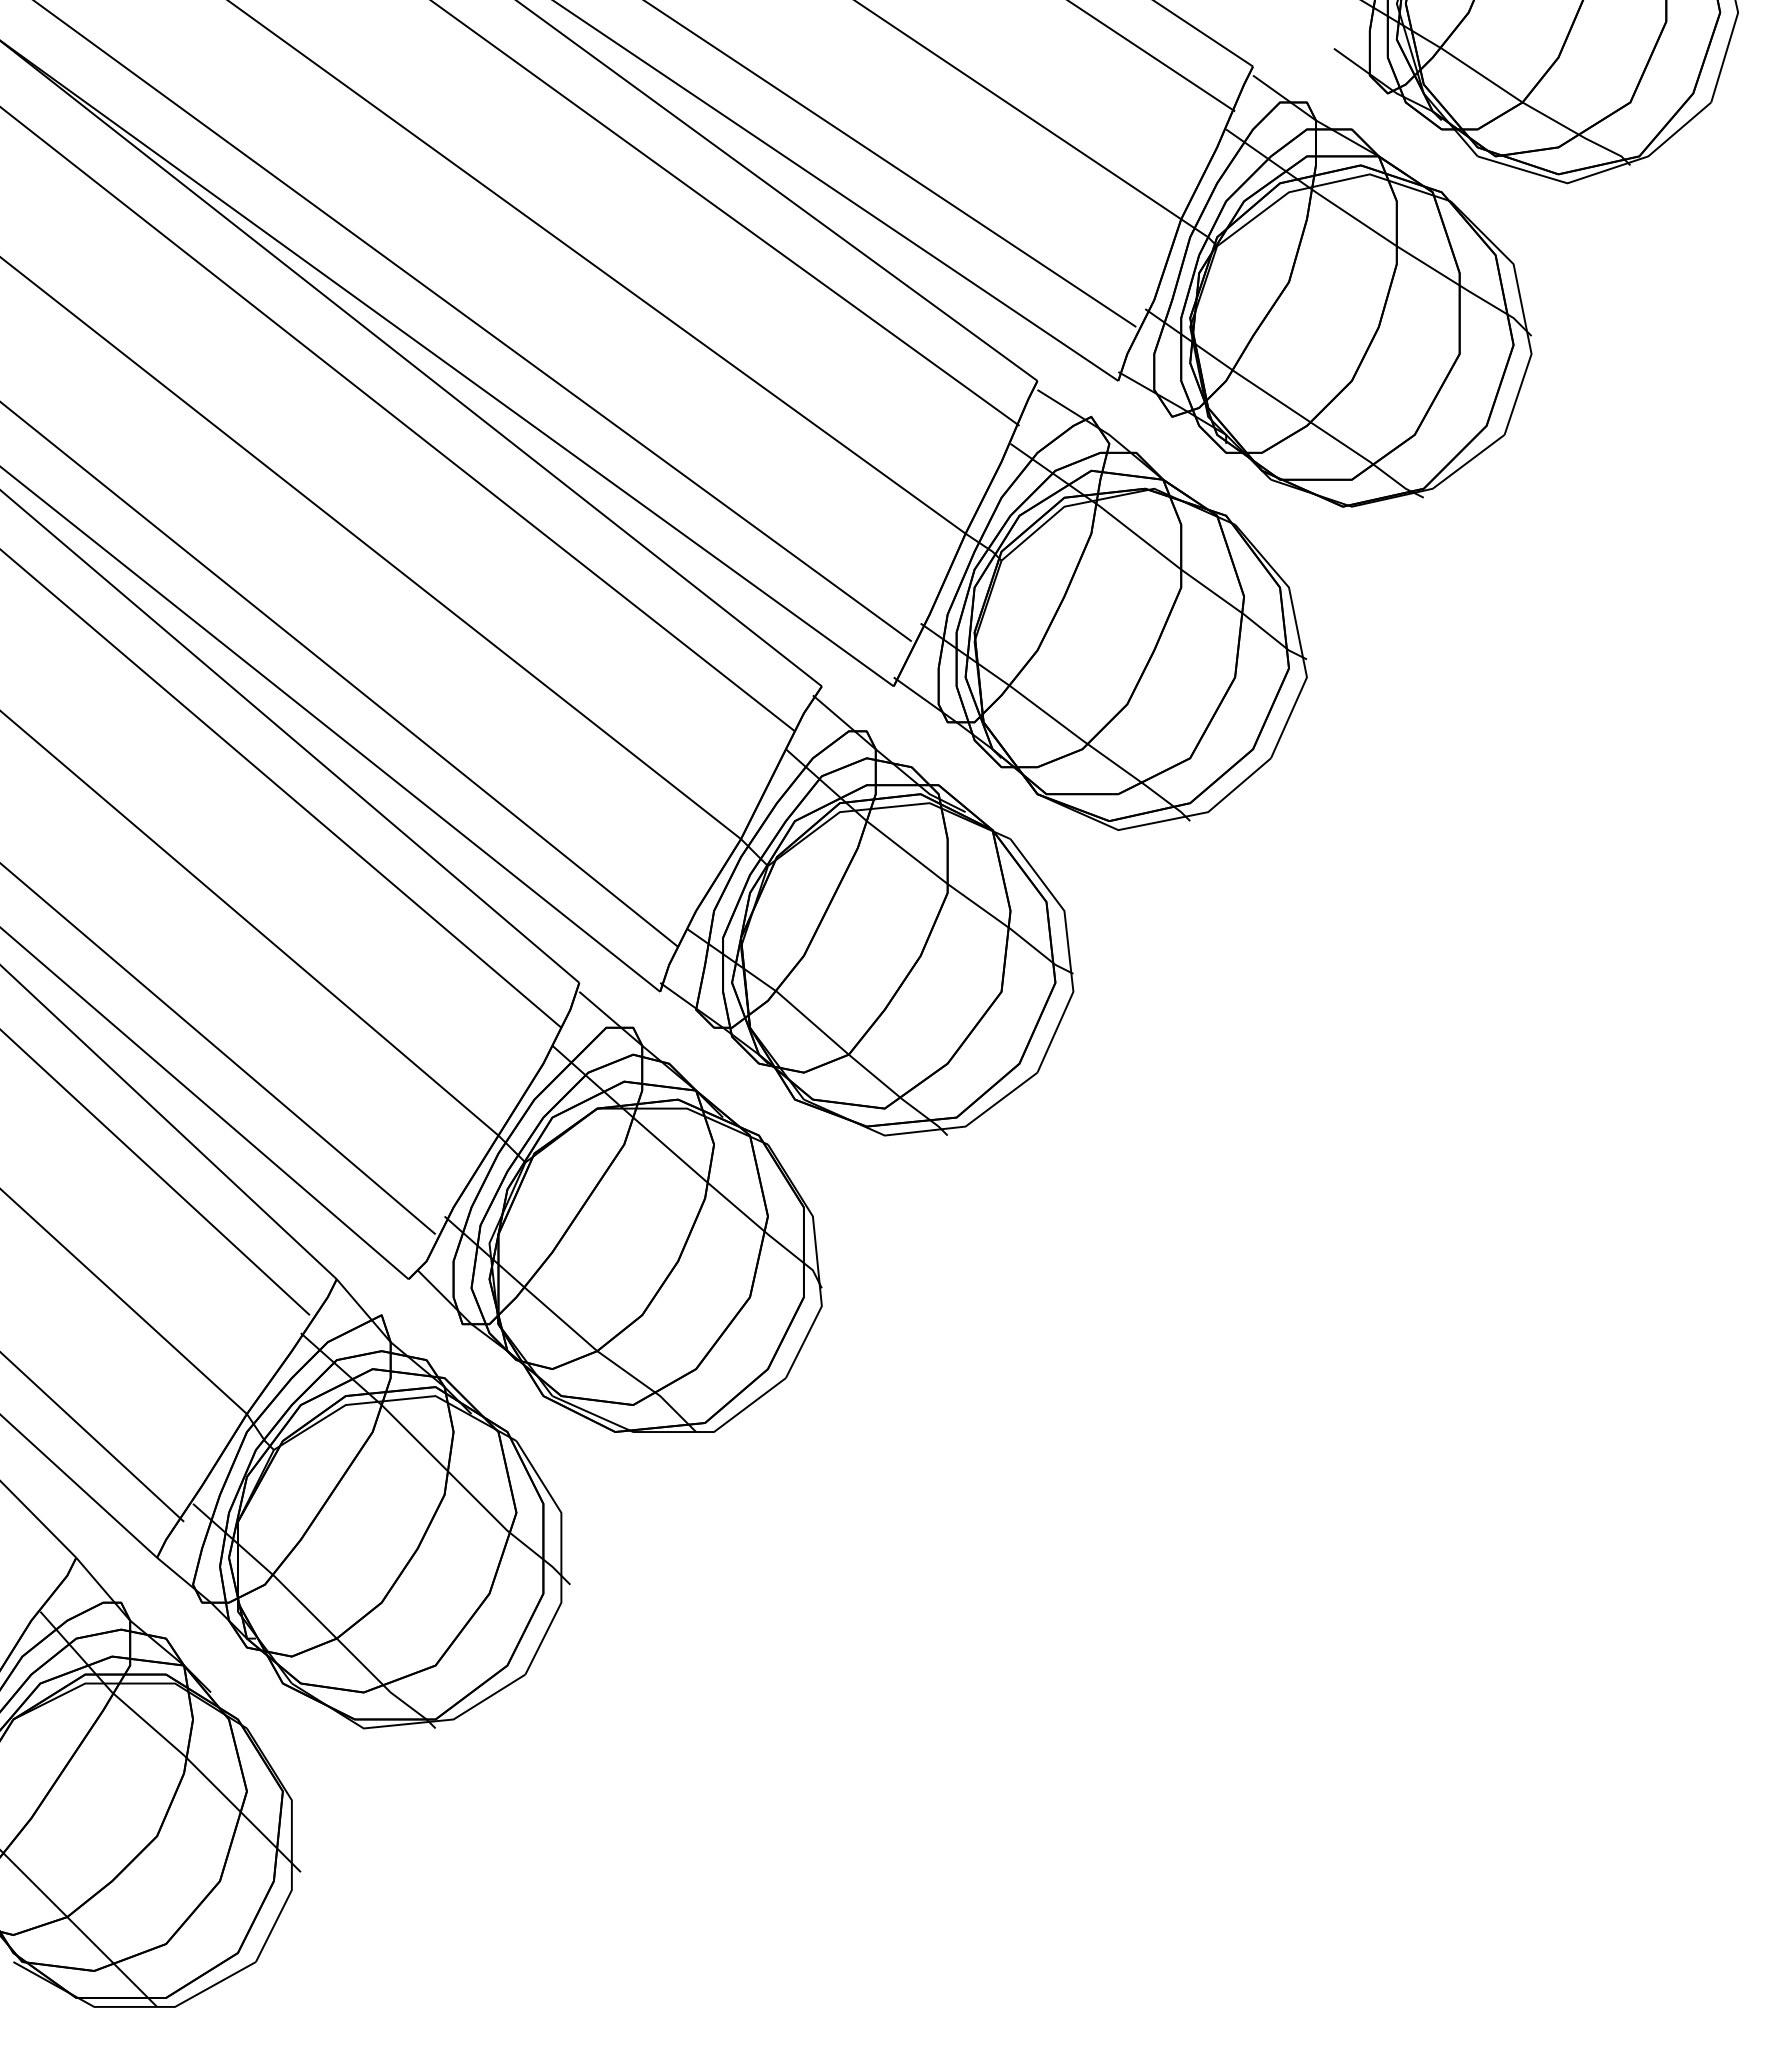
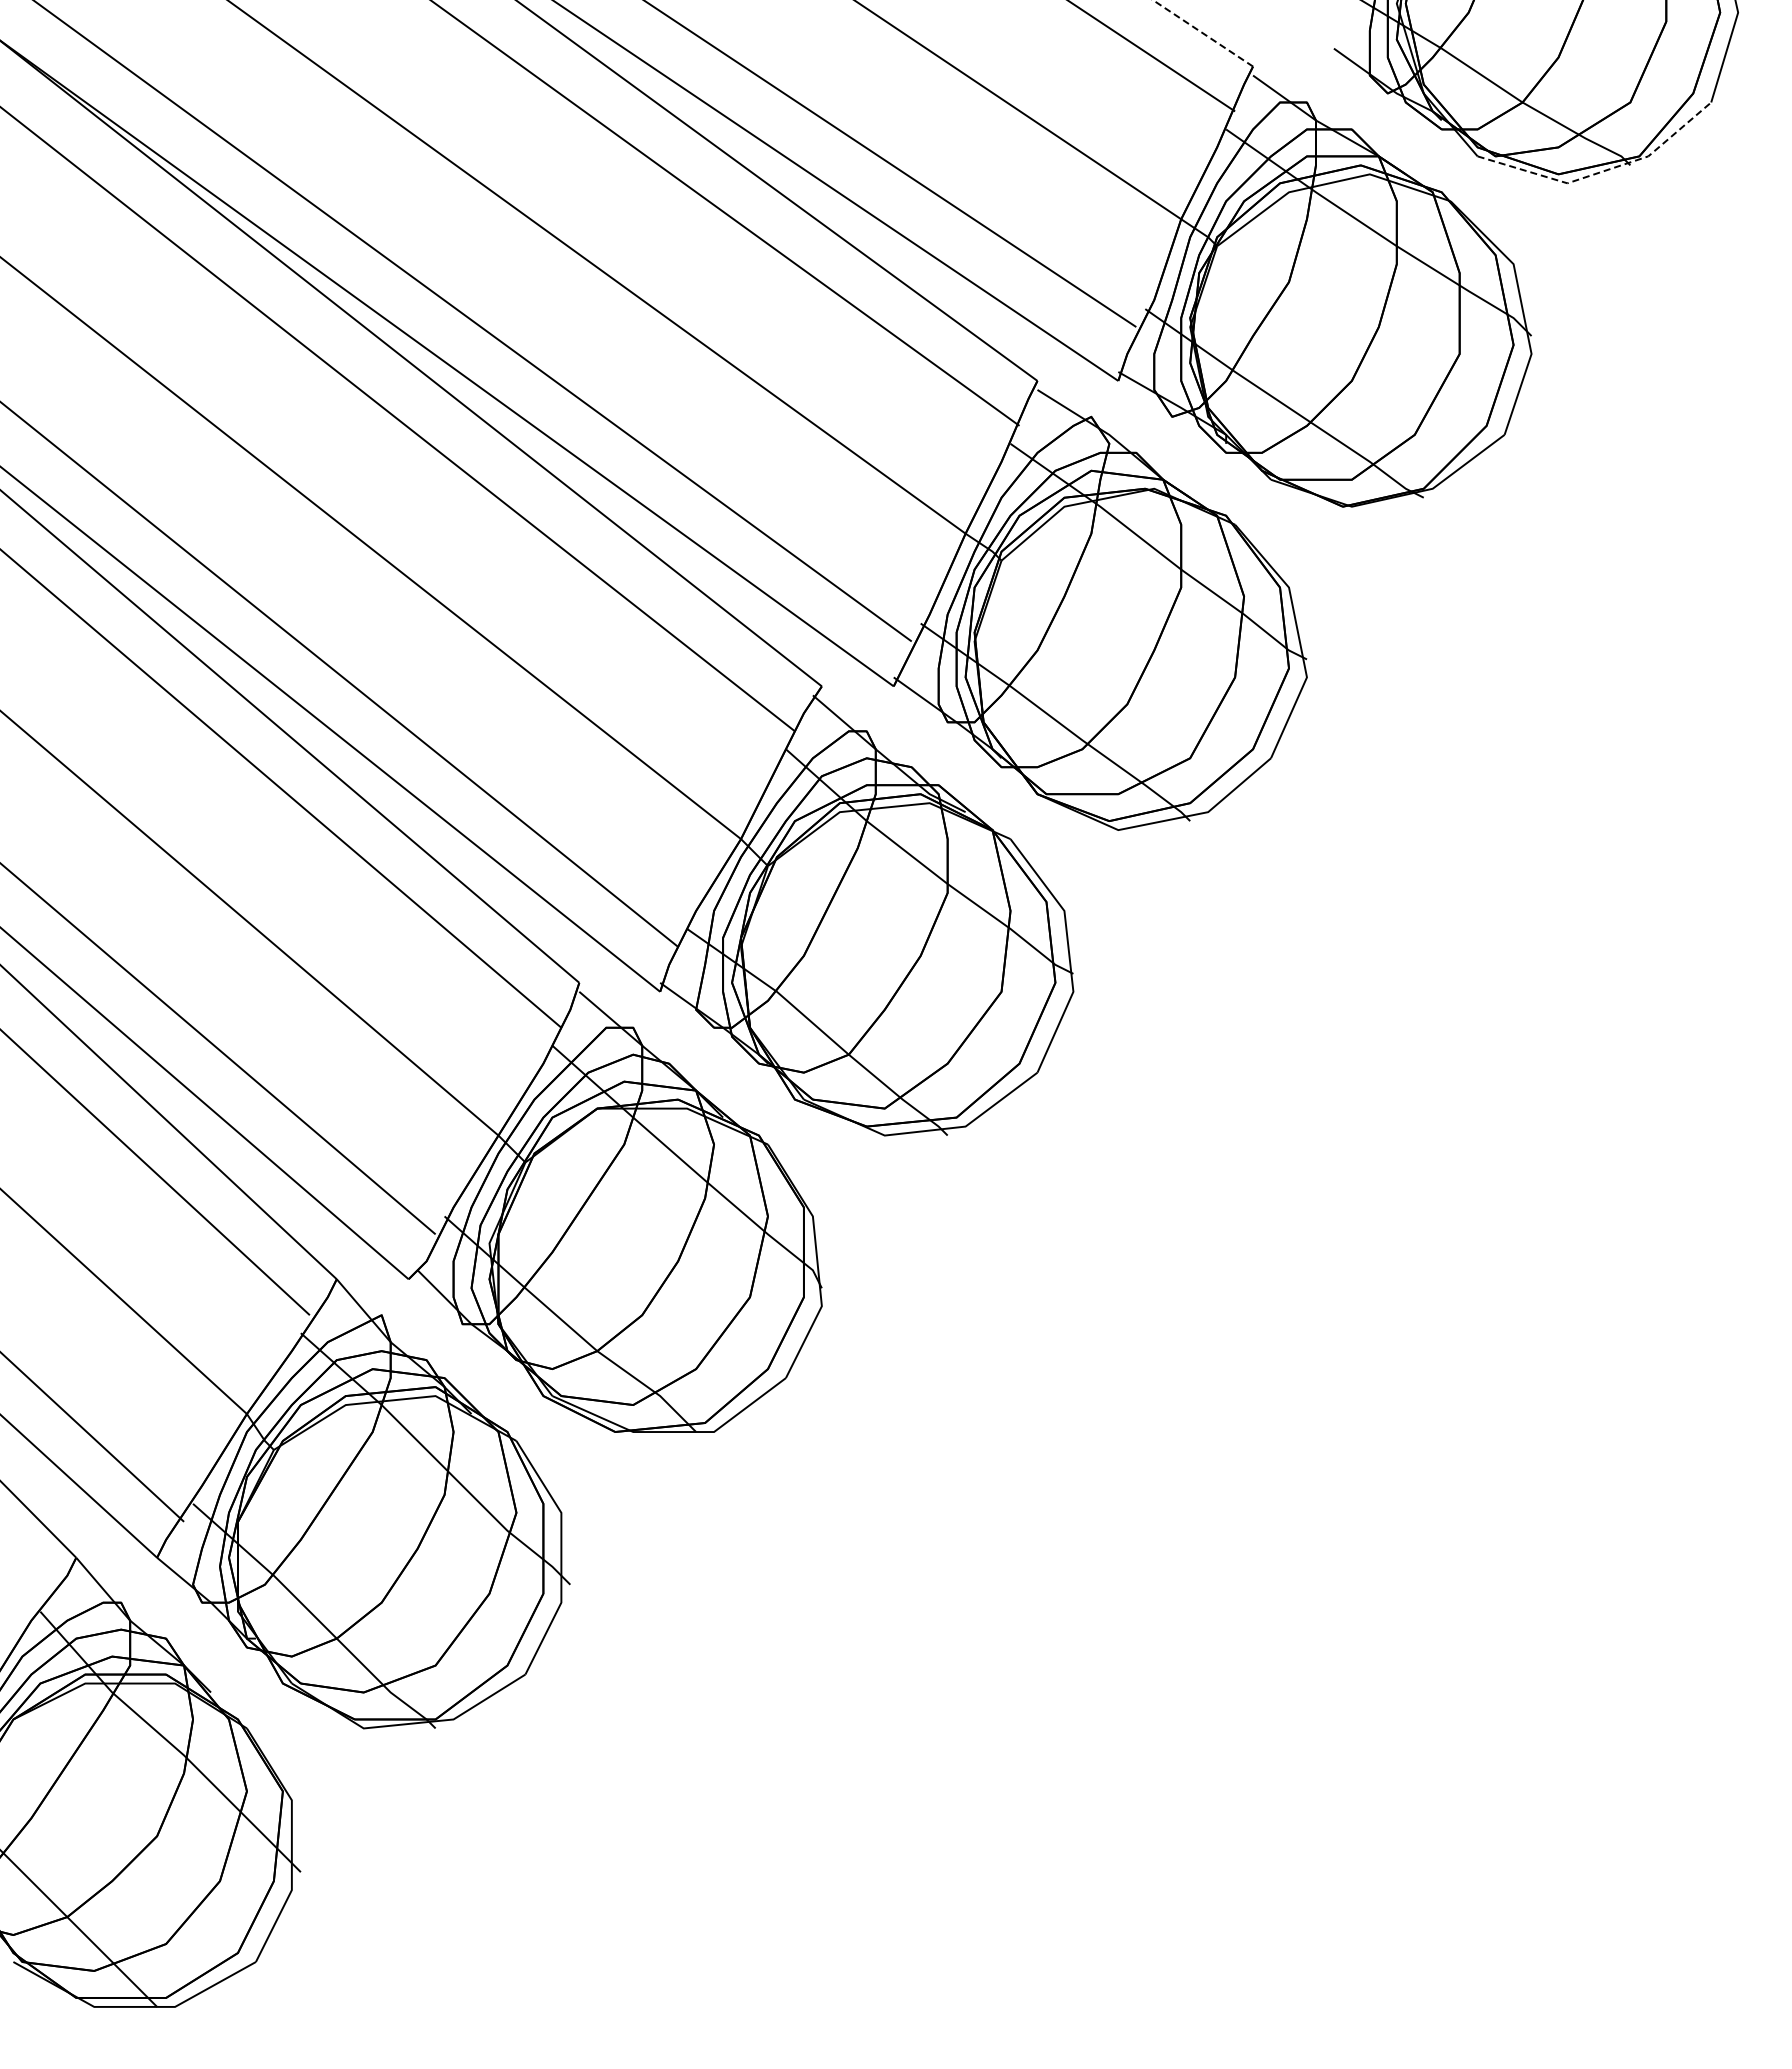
line at (1203, 33): solid -> dashed
line at (1603, 171): solid -> dashed
